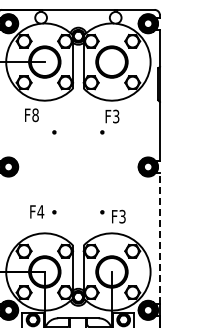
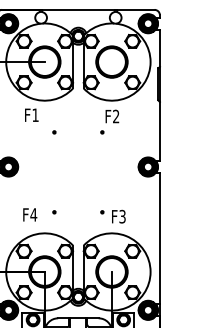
text at (35, 115): F8 -> F1
text at (116, 116): F3 -> F2
text at (37, 211) position: (37, 211) -> (30, 214)
line at (159, 238): dashed -> solid
